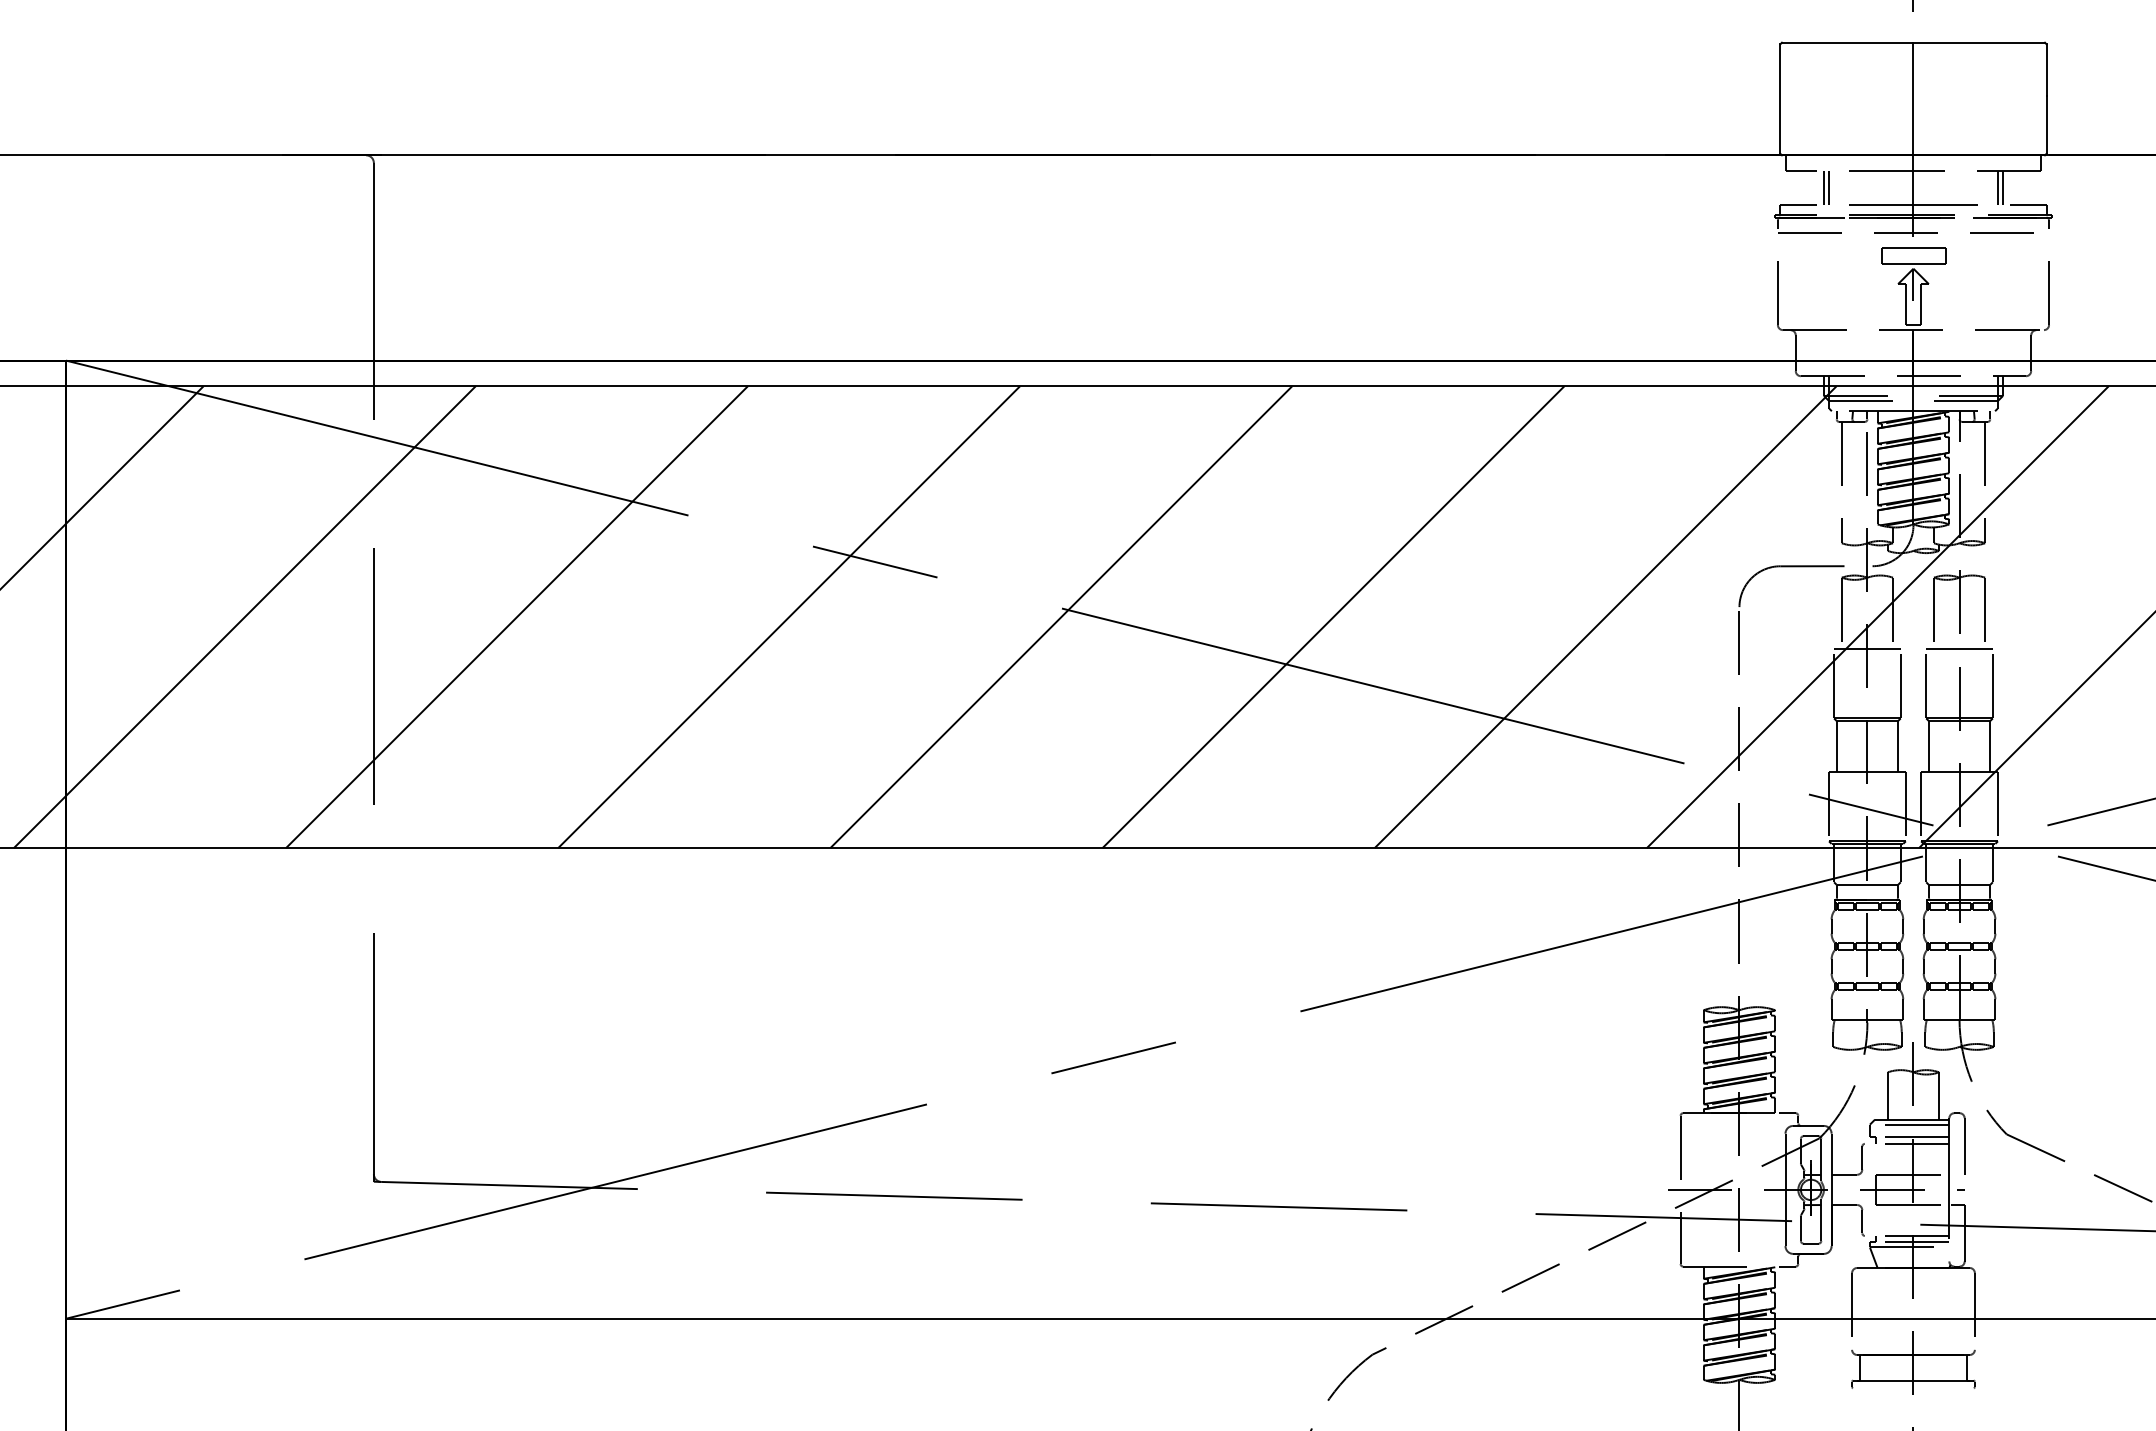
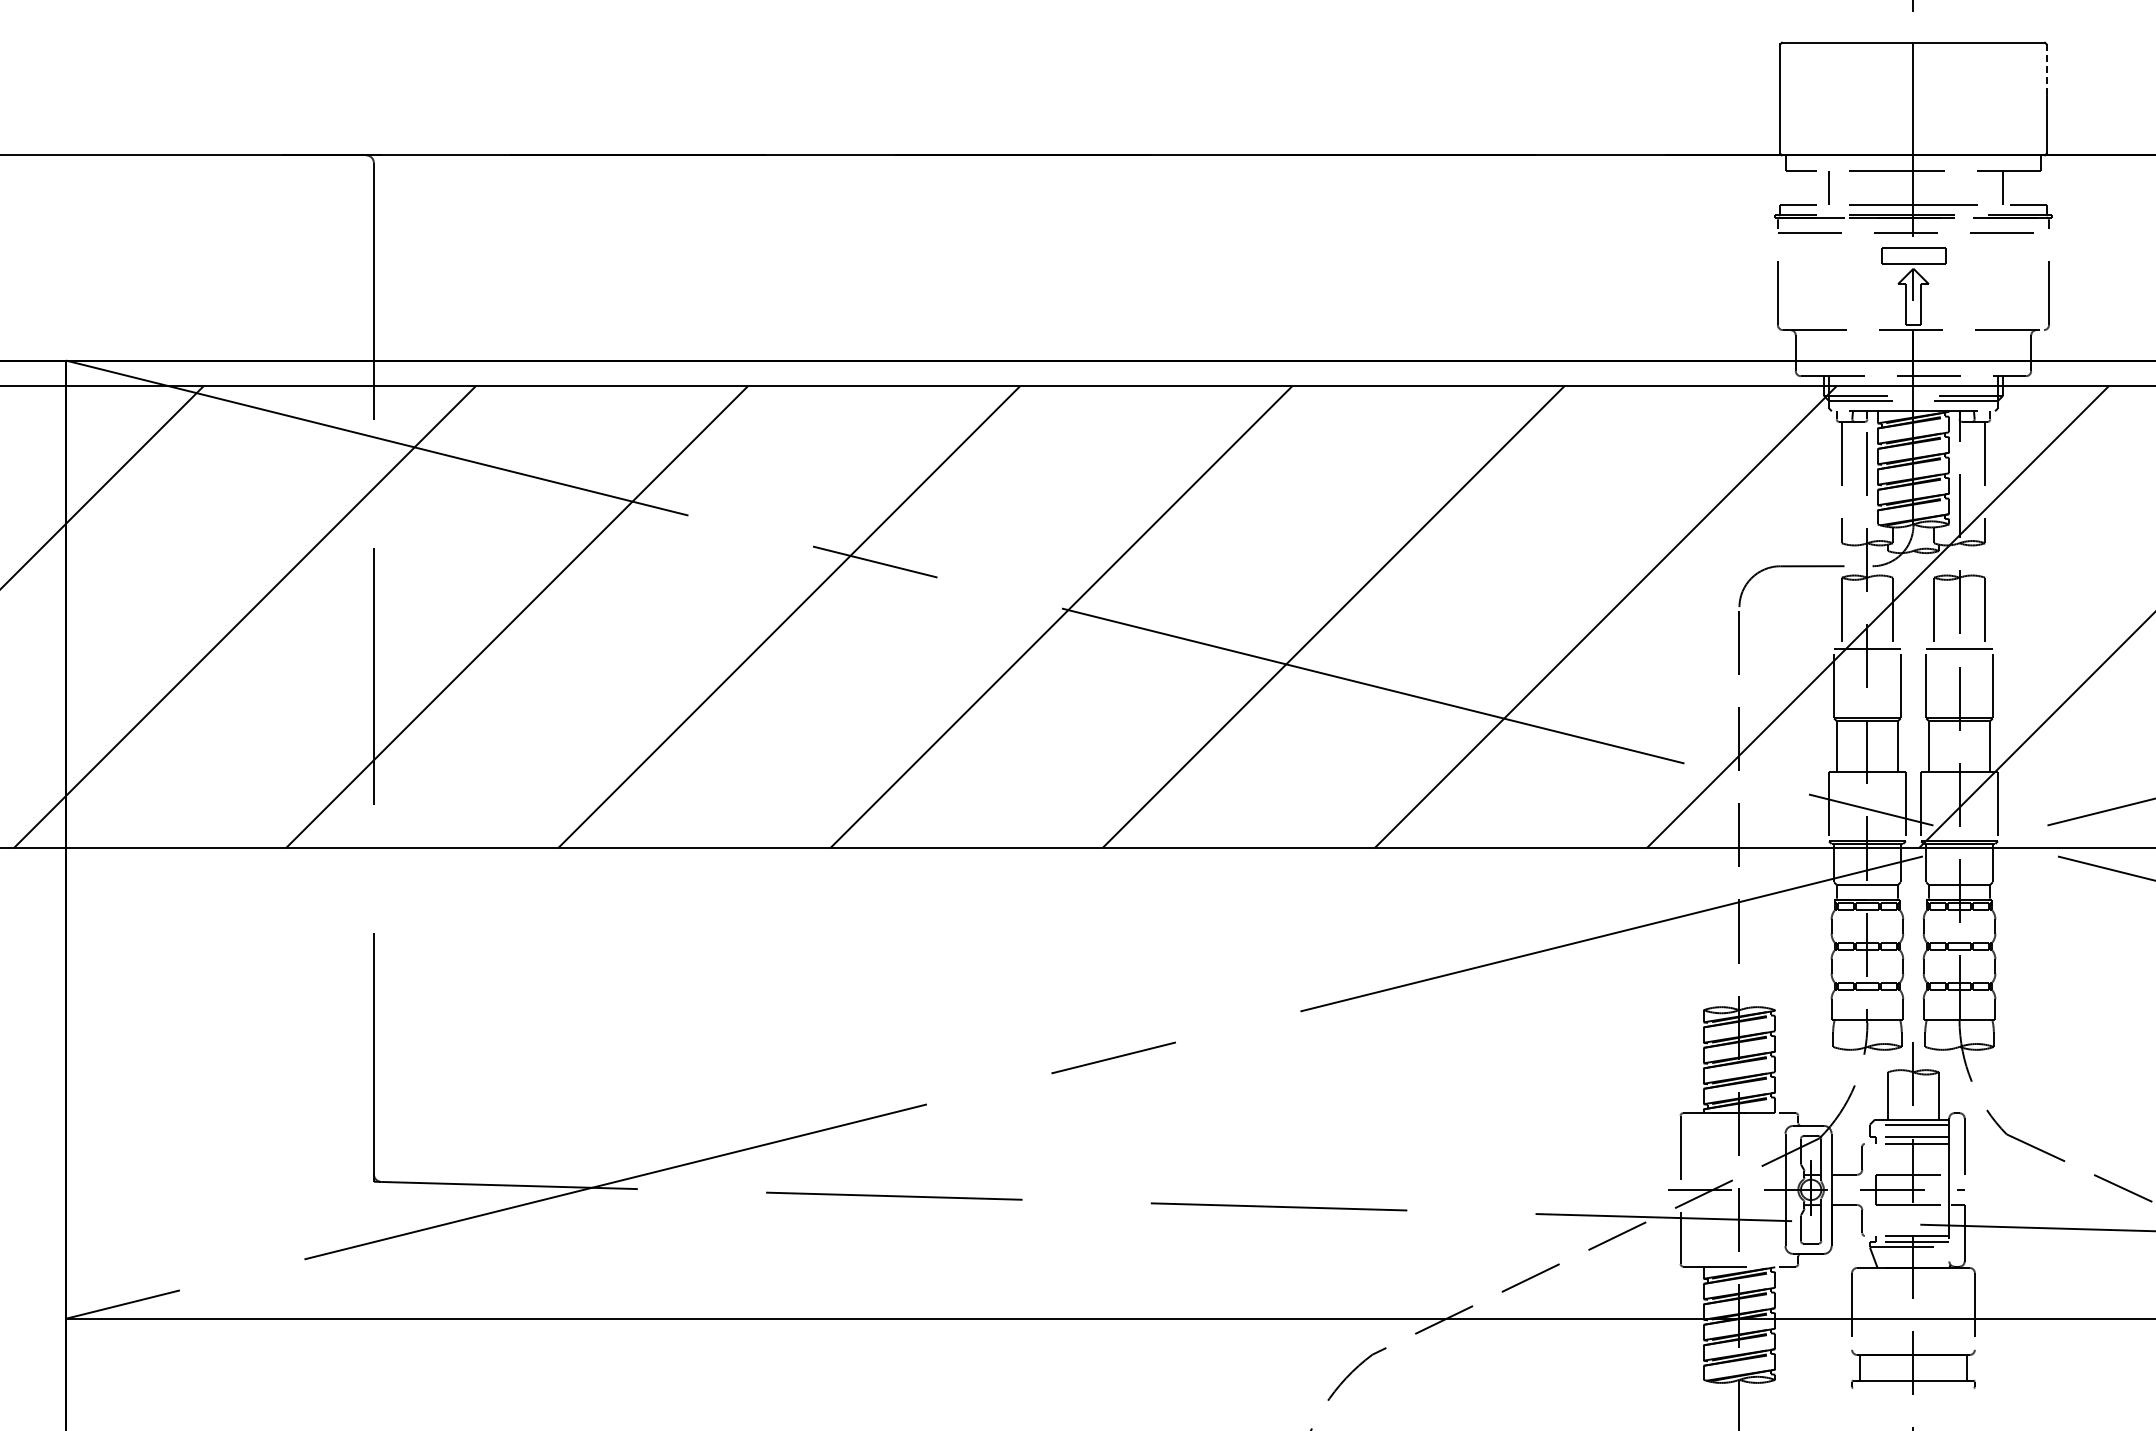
line at (2046, 70): solid -> dashed
line at (1823, 187): present -> none
line at (1997, 187): present -> none
